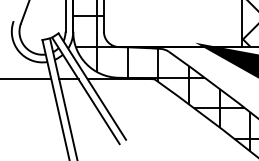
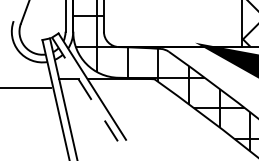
line at (26, 79) position: (26, 79) -> (26, 88)
line at (86, 91): solid -> dashed
